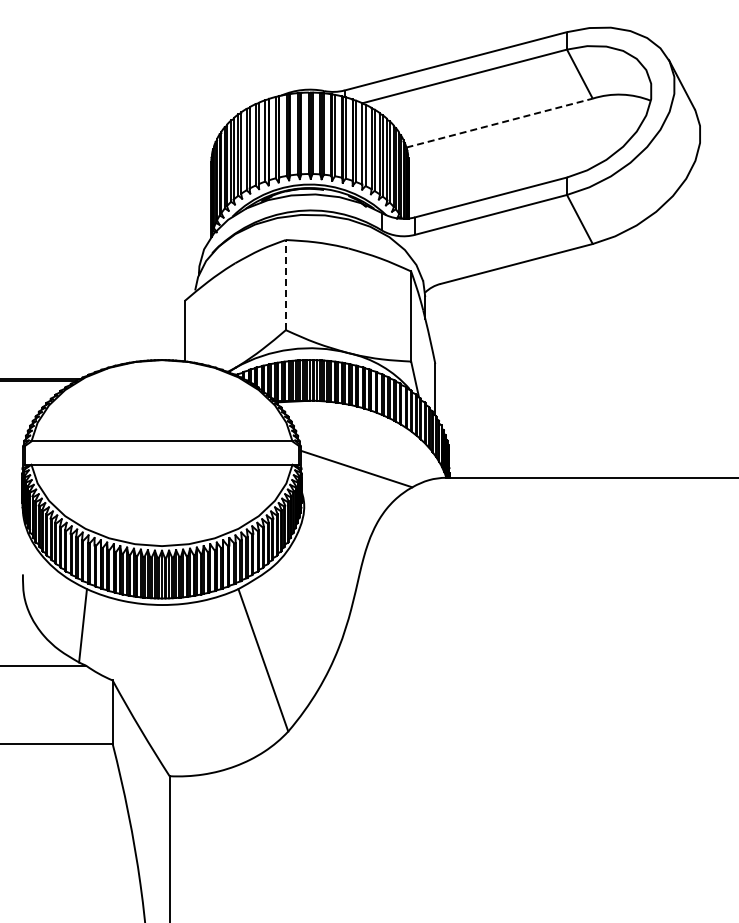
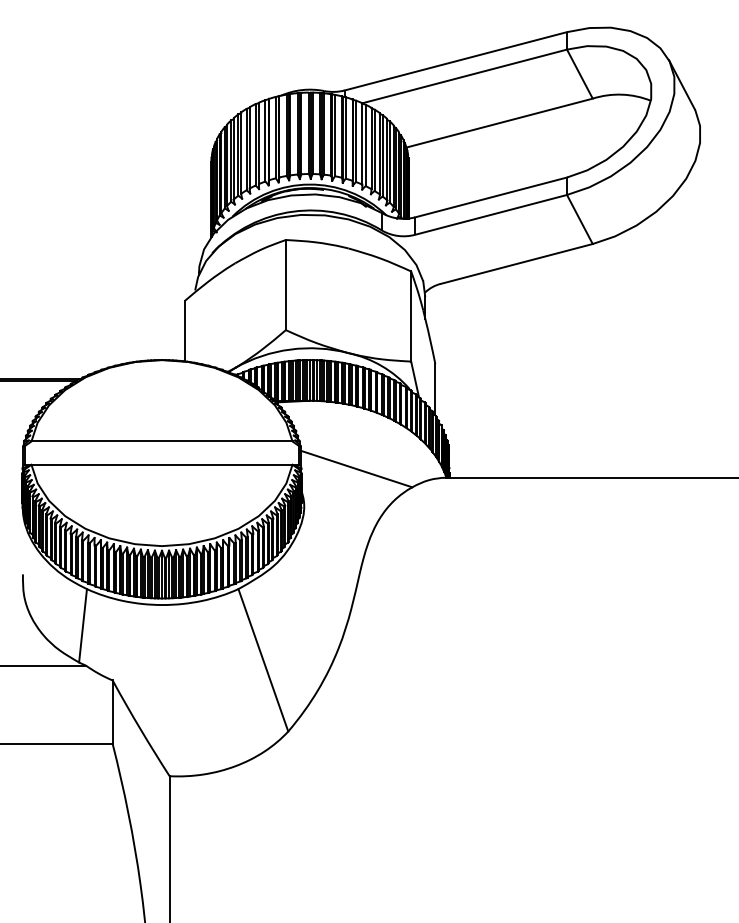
line at (500, 122): dashed -> solid
line at (285, 284): dashed -> solid
